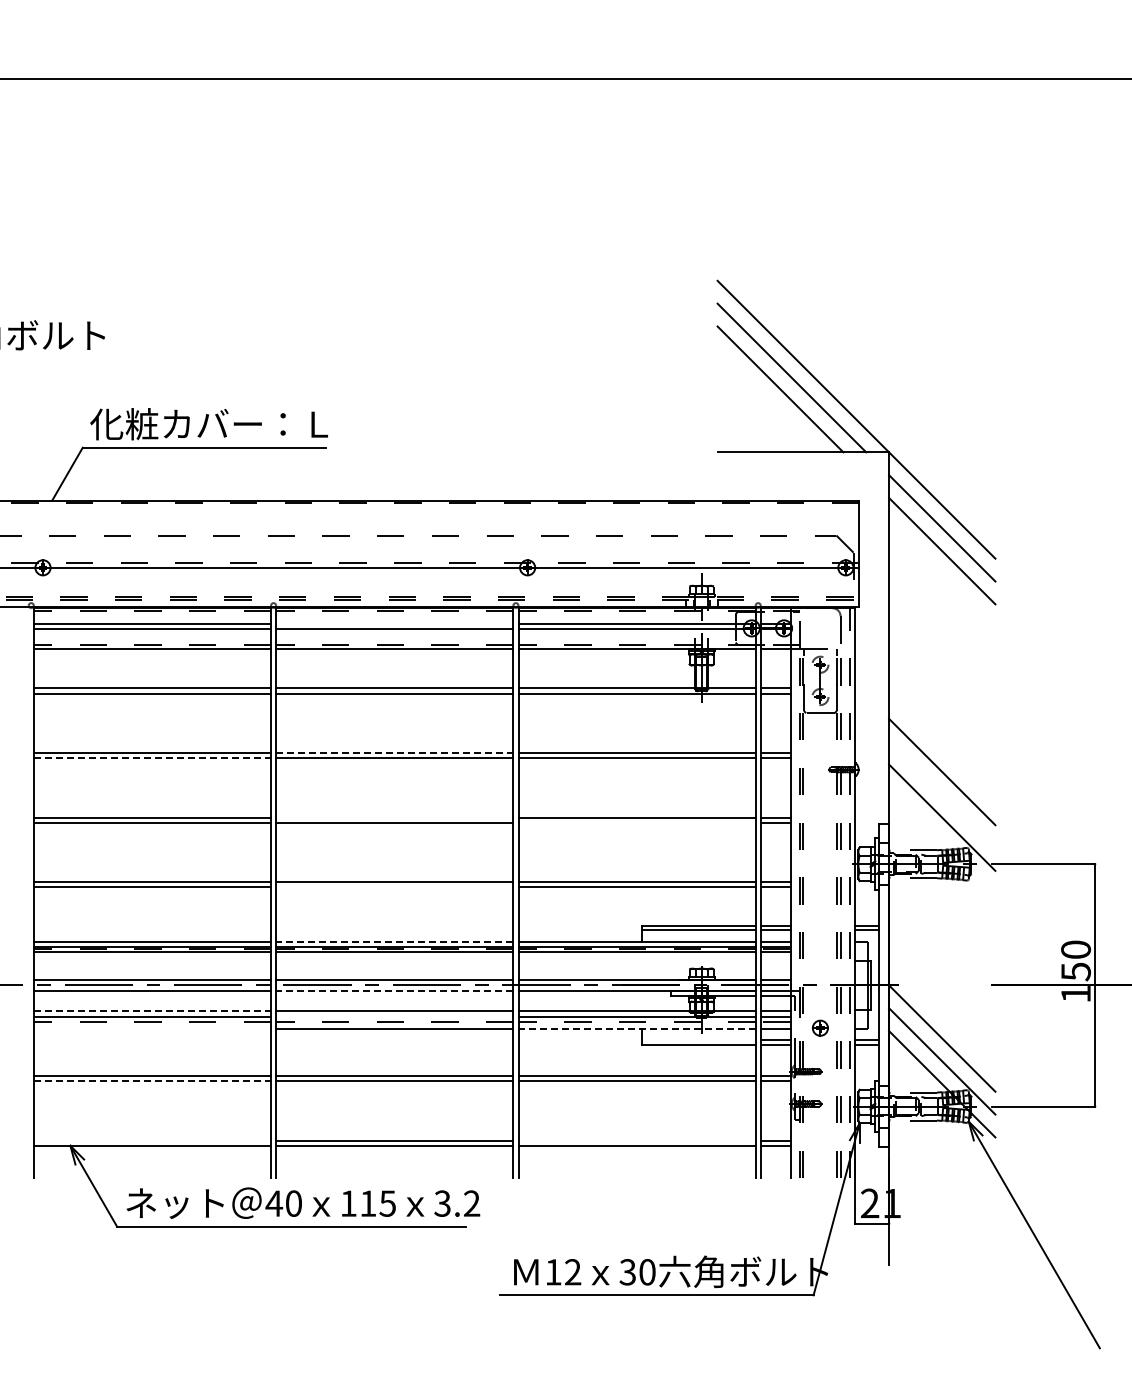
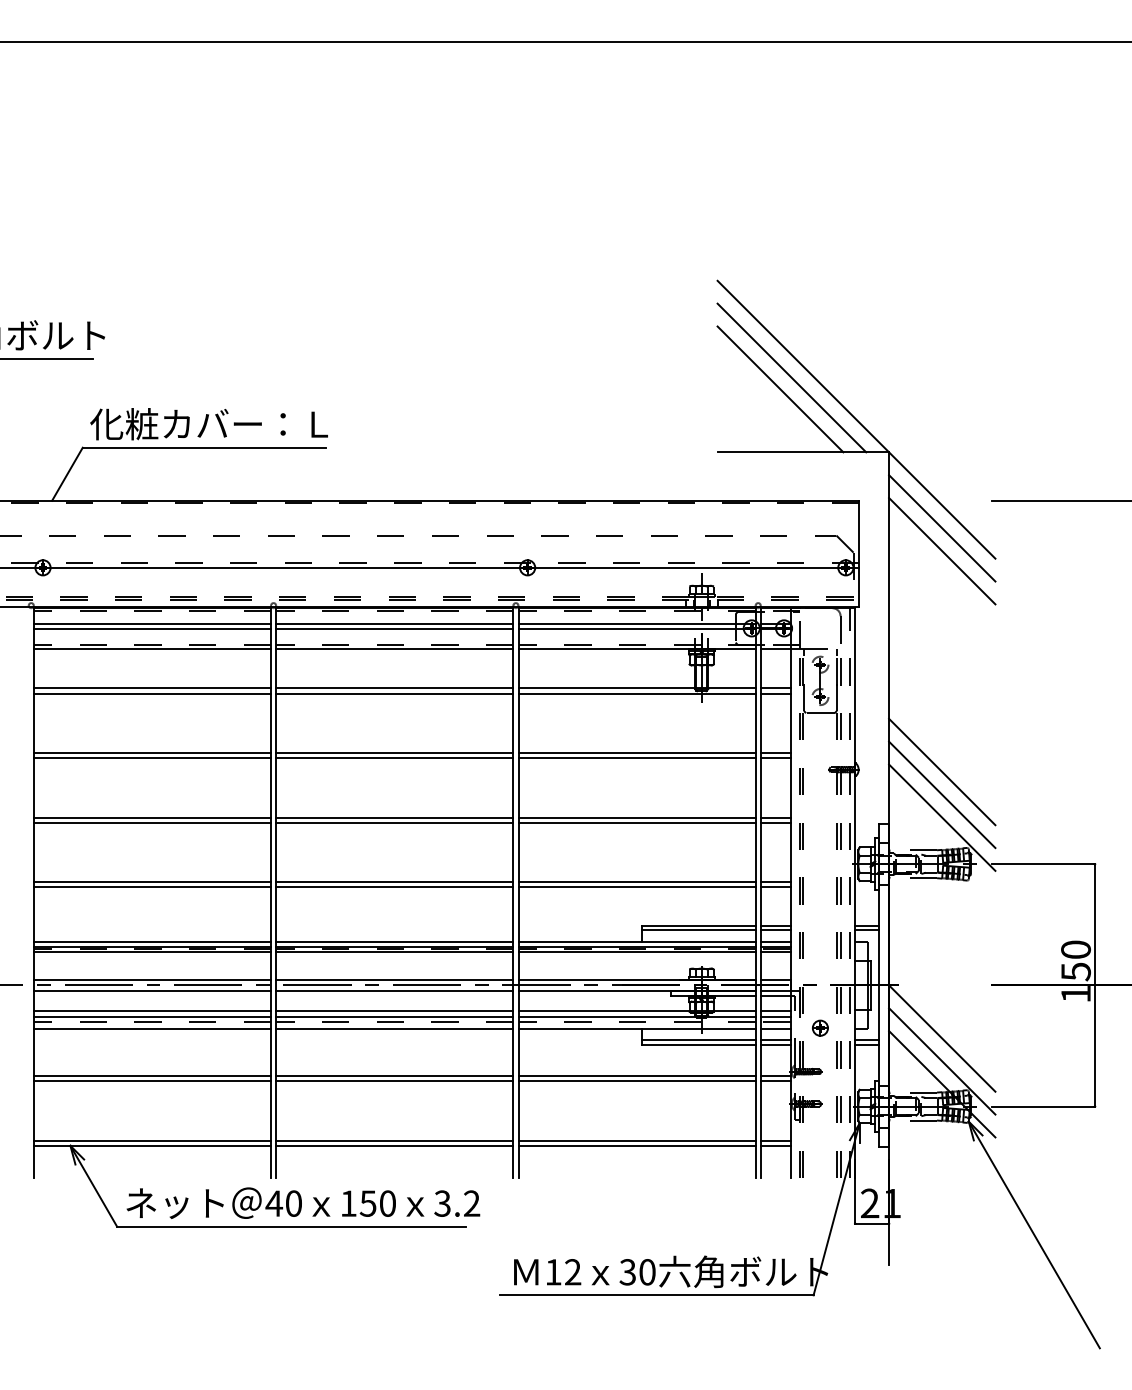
line at (565, 78) position: (565, 78) -> (565, 41)
line at (47, 359): none -> present
line at (1059, 500): none -> present
line at (394, 623): none -> present
line at (394, 752): dashed -> solid
line at (152, 758): dashed -> solid
line at (942, 794): none -> present
line at (394, 817): none -> present
line at (636, 822): none -> present
line at (394, 887): none -> present
line at (394, 941): dashed -> solid
line at (394, 991): dashed -> solid
line at (152, 1011): dashed -> solid
line at (394, 1016): none -> present
line at (152, 1029): none -> present
line at (637, 1029): dashed -> solid
line at (698, 1040): none -> present
line at (152, 1081): dashed -> solid
line at (152, 1140): none -> present
line at (636, 1140): none -> present
text at (377, 1203): 115 -> 150
